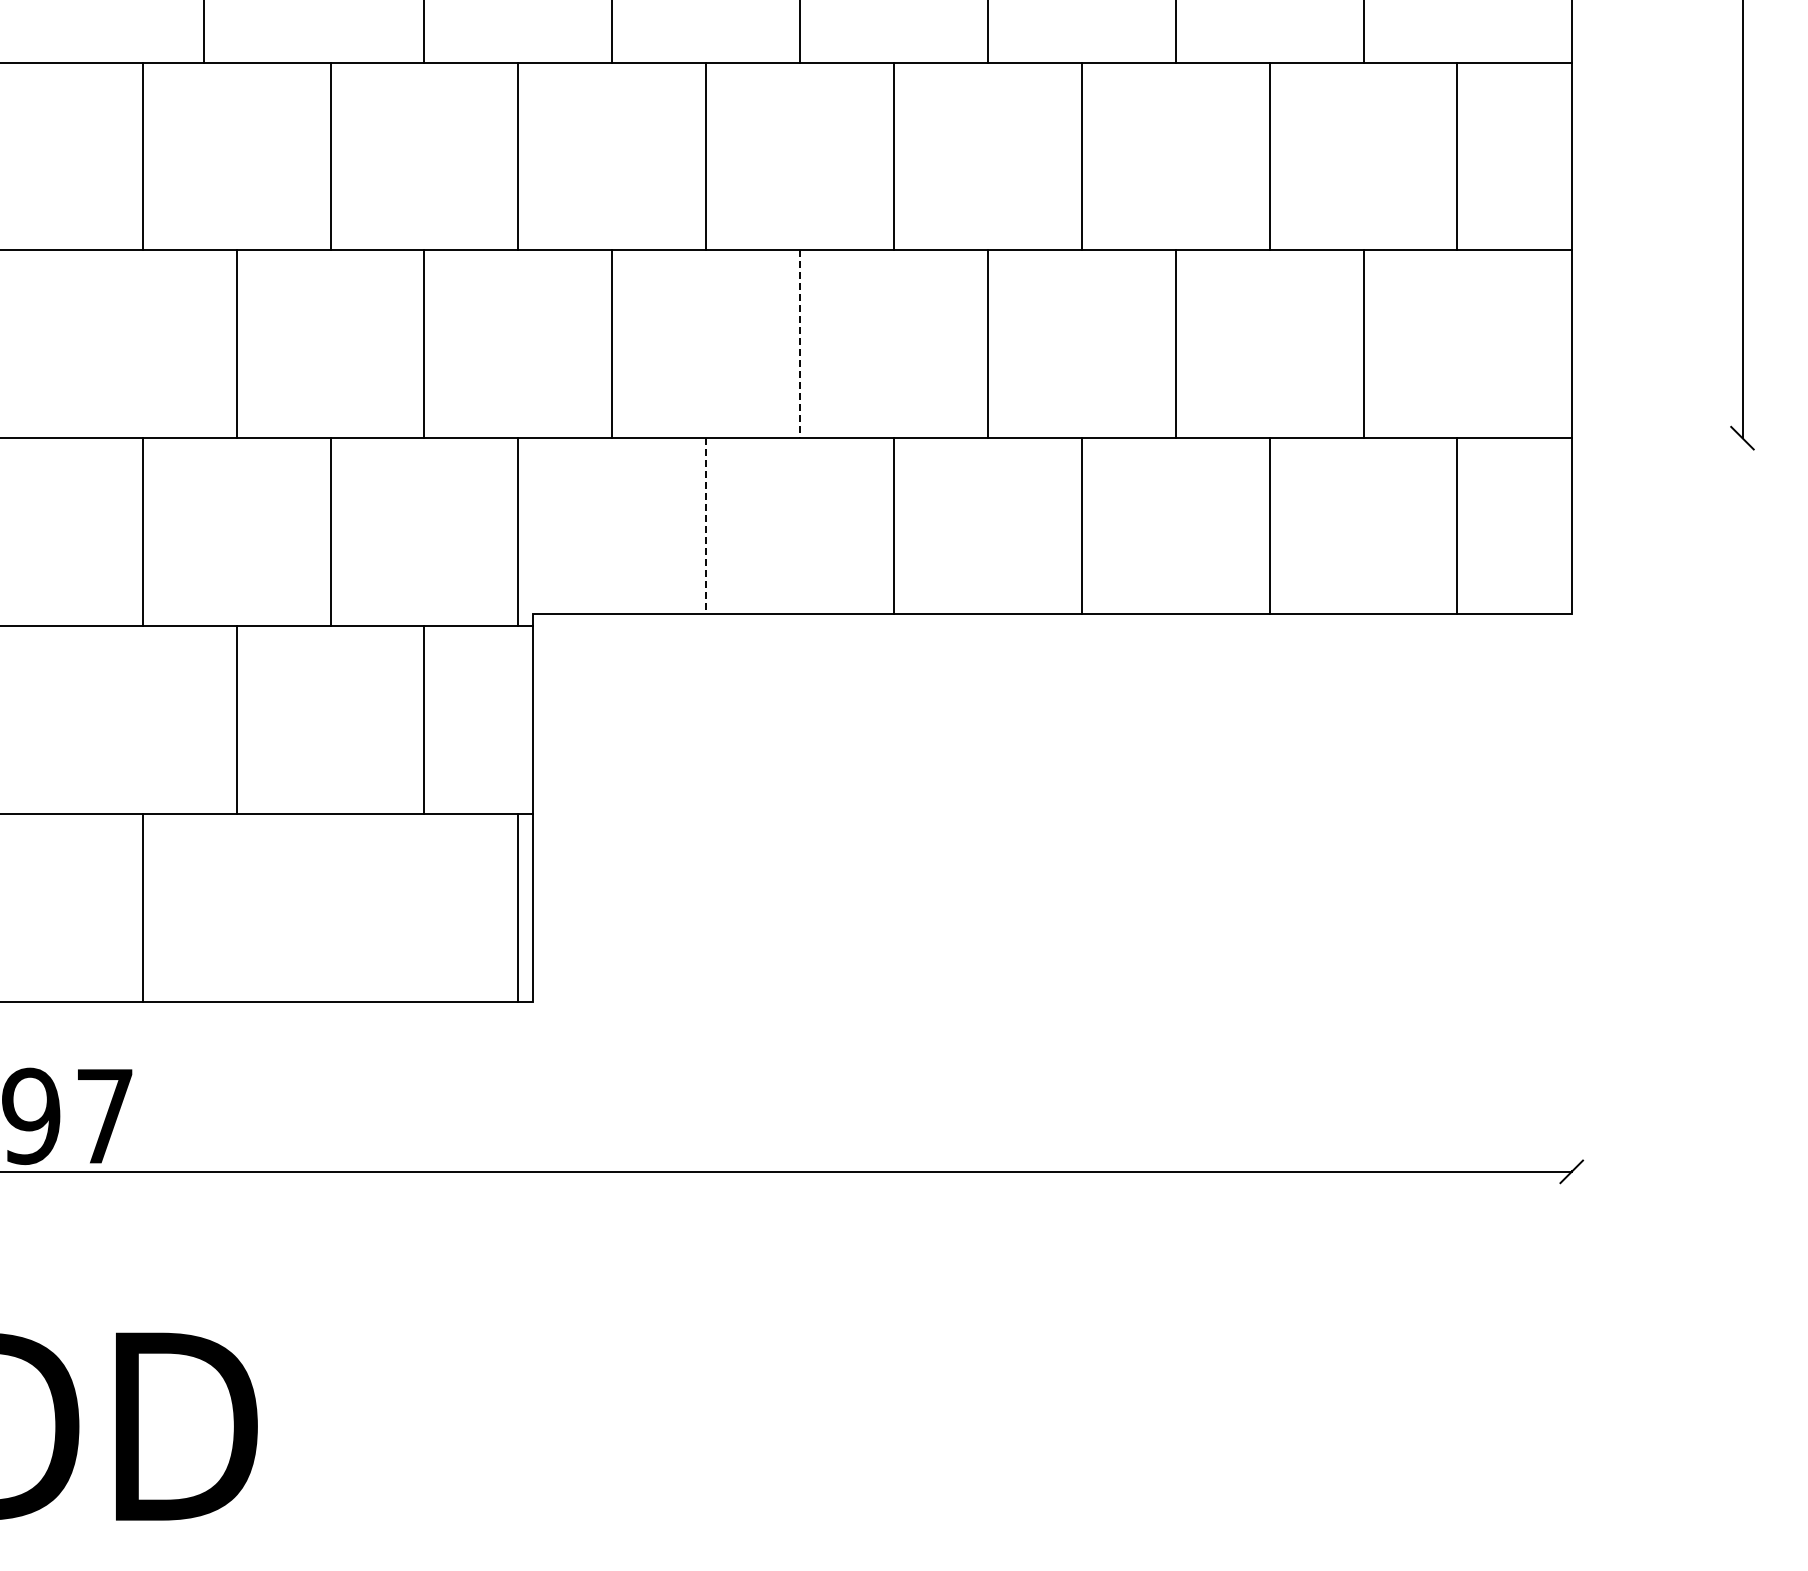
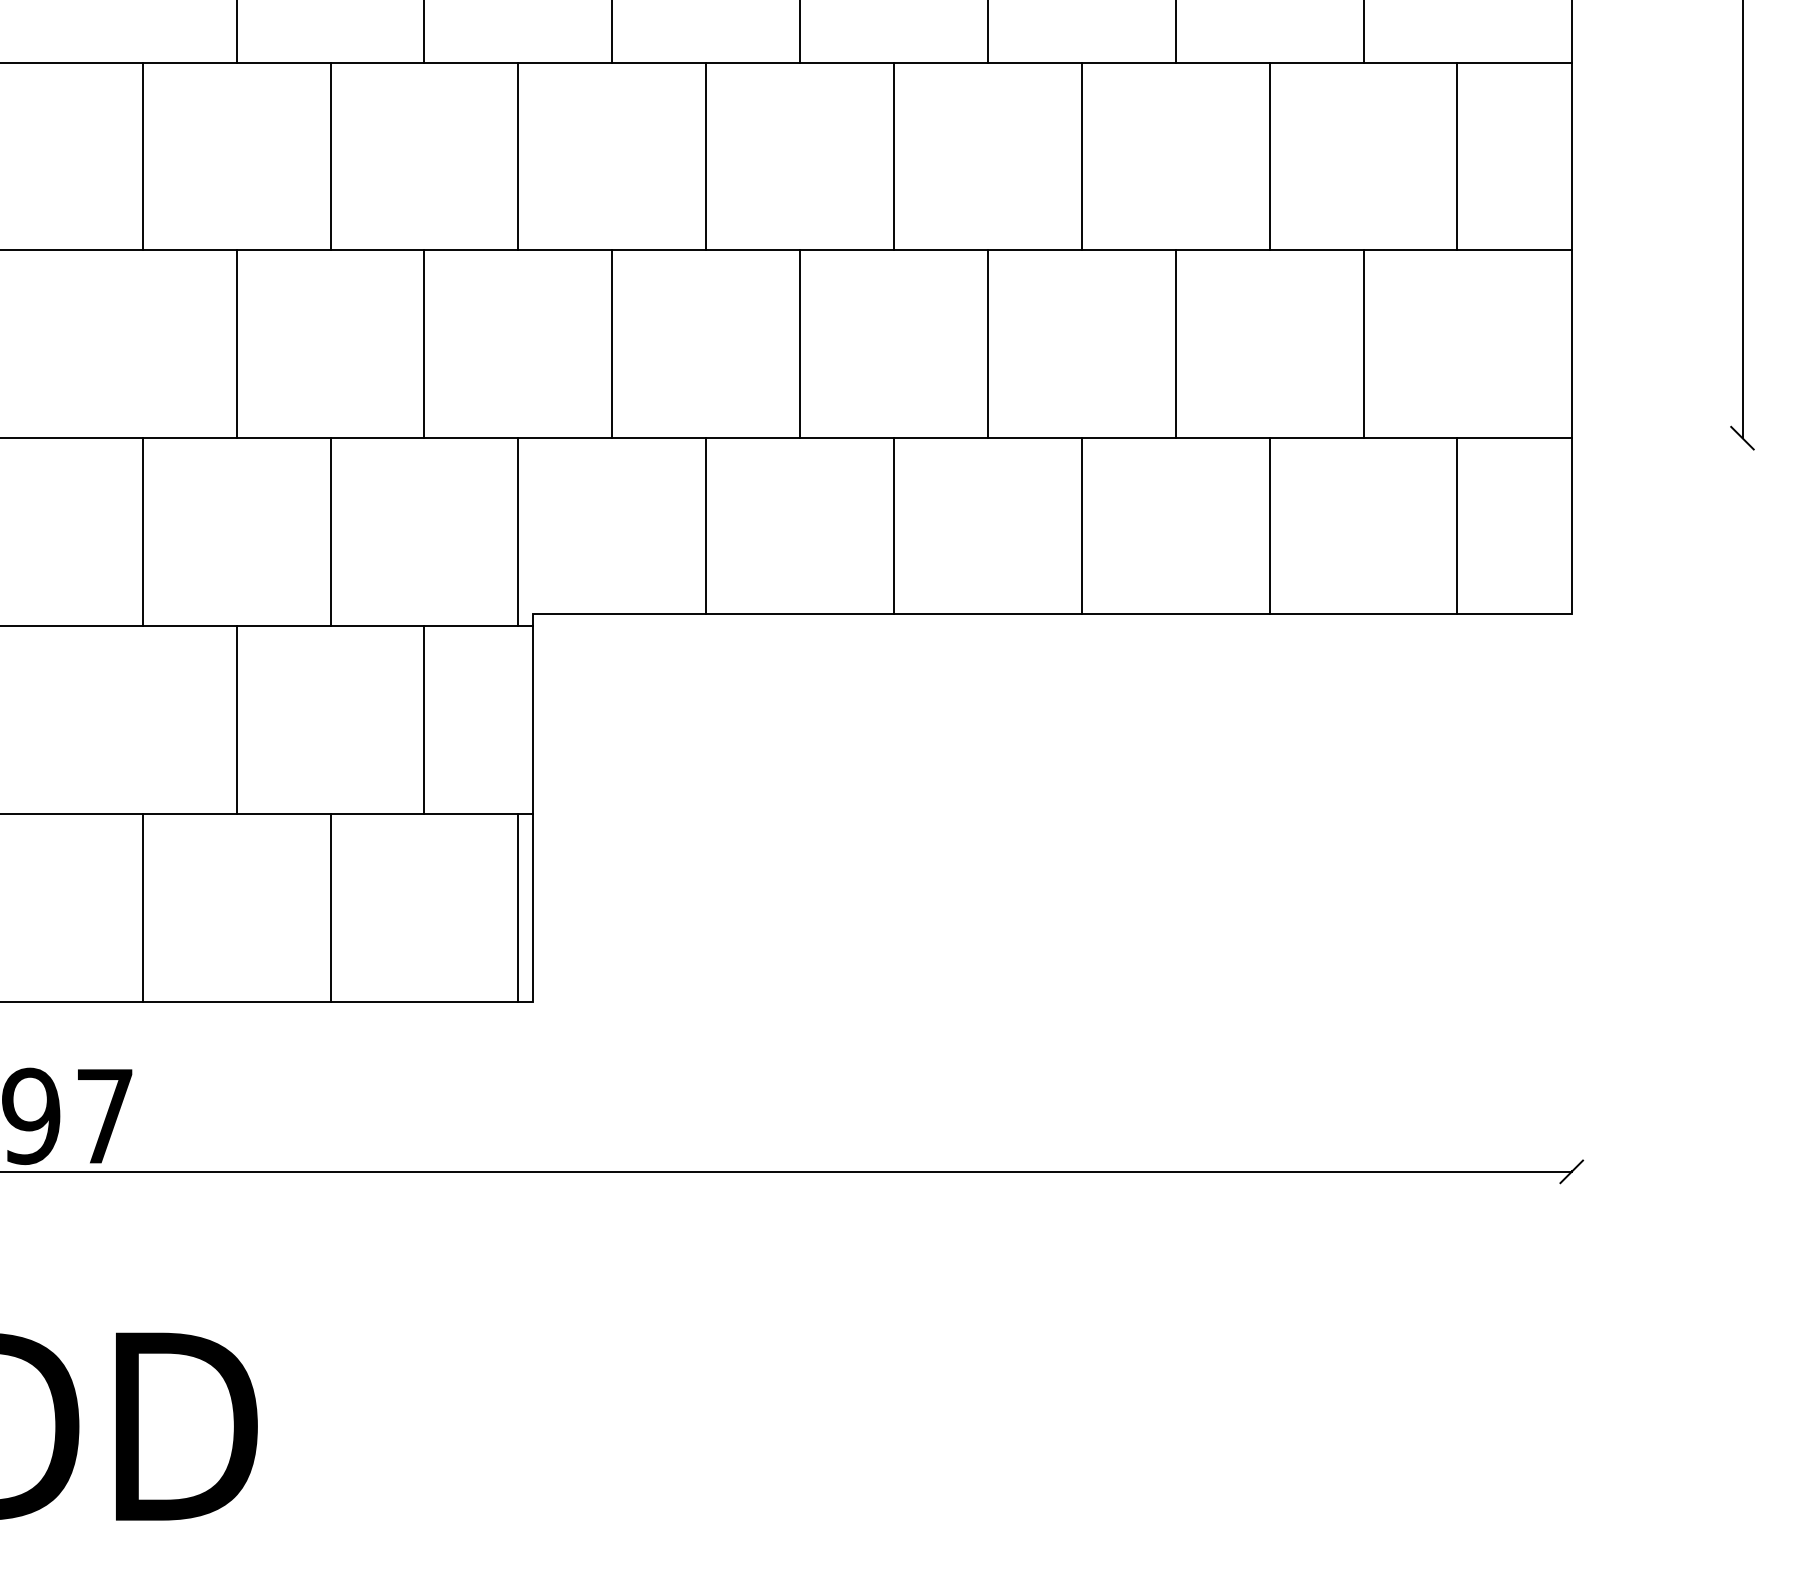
line at (203, 32) position: (203, 32) -> (236, 32)
line at (800, 344): dashed -> solid
line at (706, 525): dashed -> solid
line at (330, 907): none -> present
